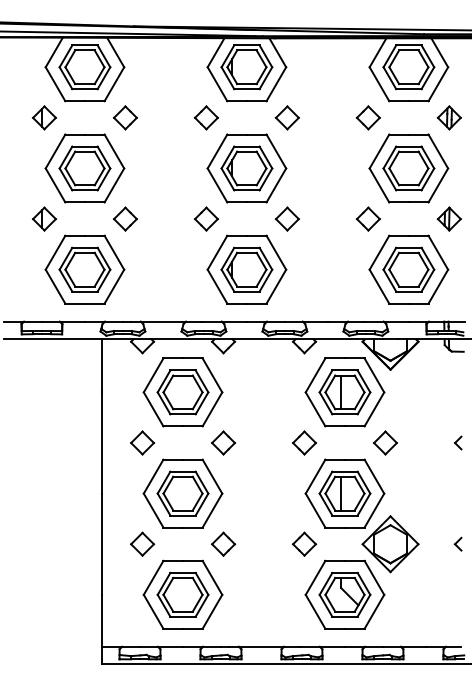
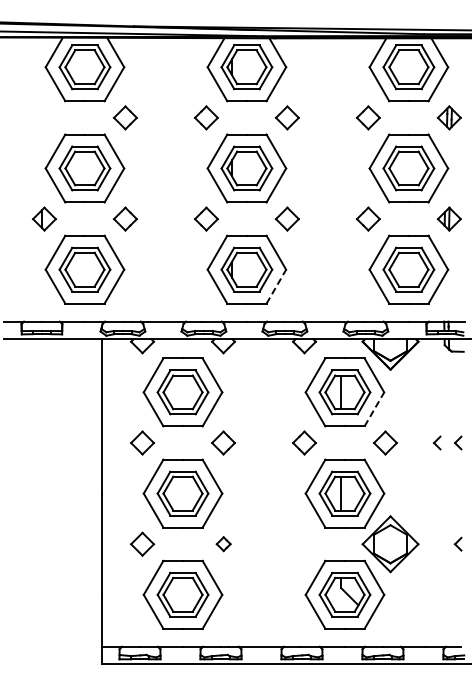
part at (44, 117): present -> none
line at (276, 286): solid -> dashed
line at (374, 409): solid -> dashed
part at (437, 442): none -> present
part at (223, 543) size: 26x26 px -> 17x17 px
part at (304, 543): present -> none
